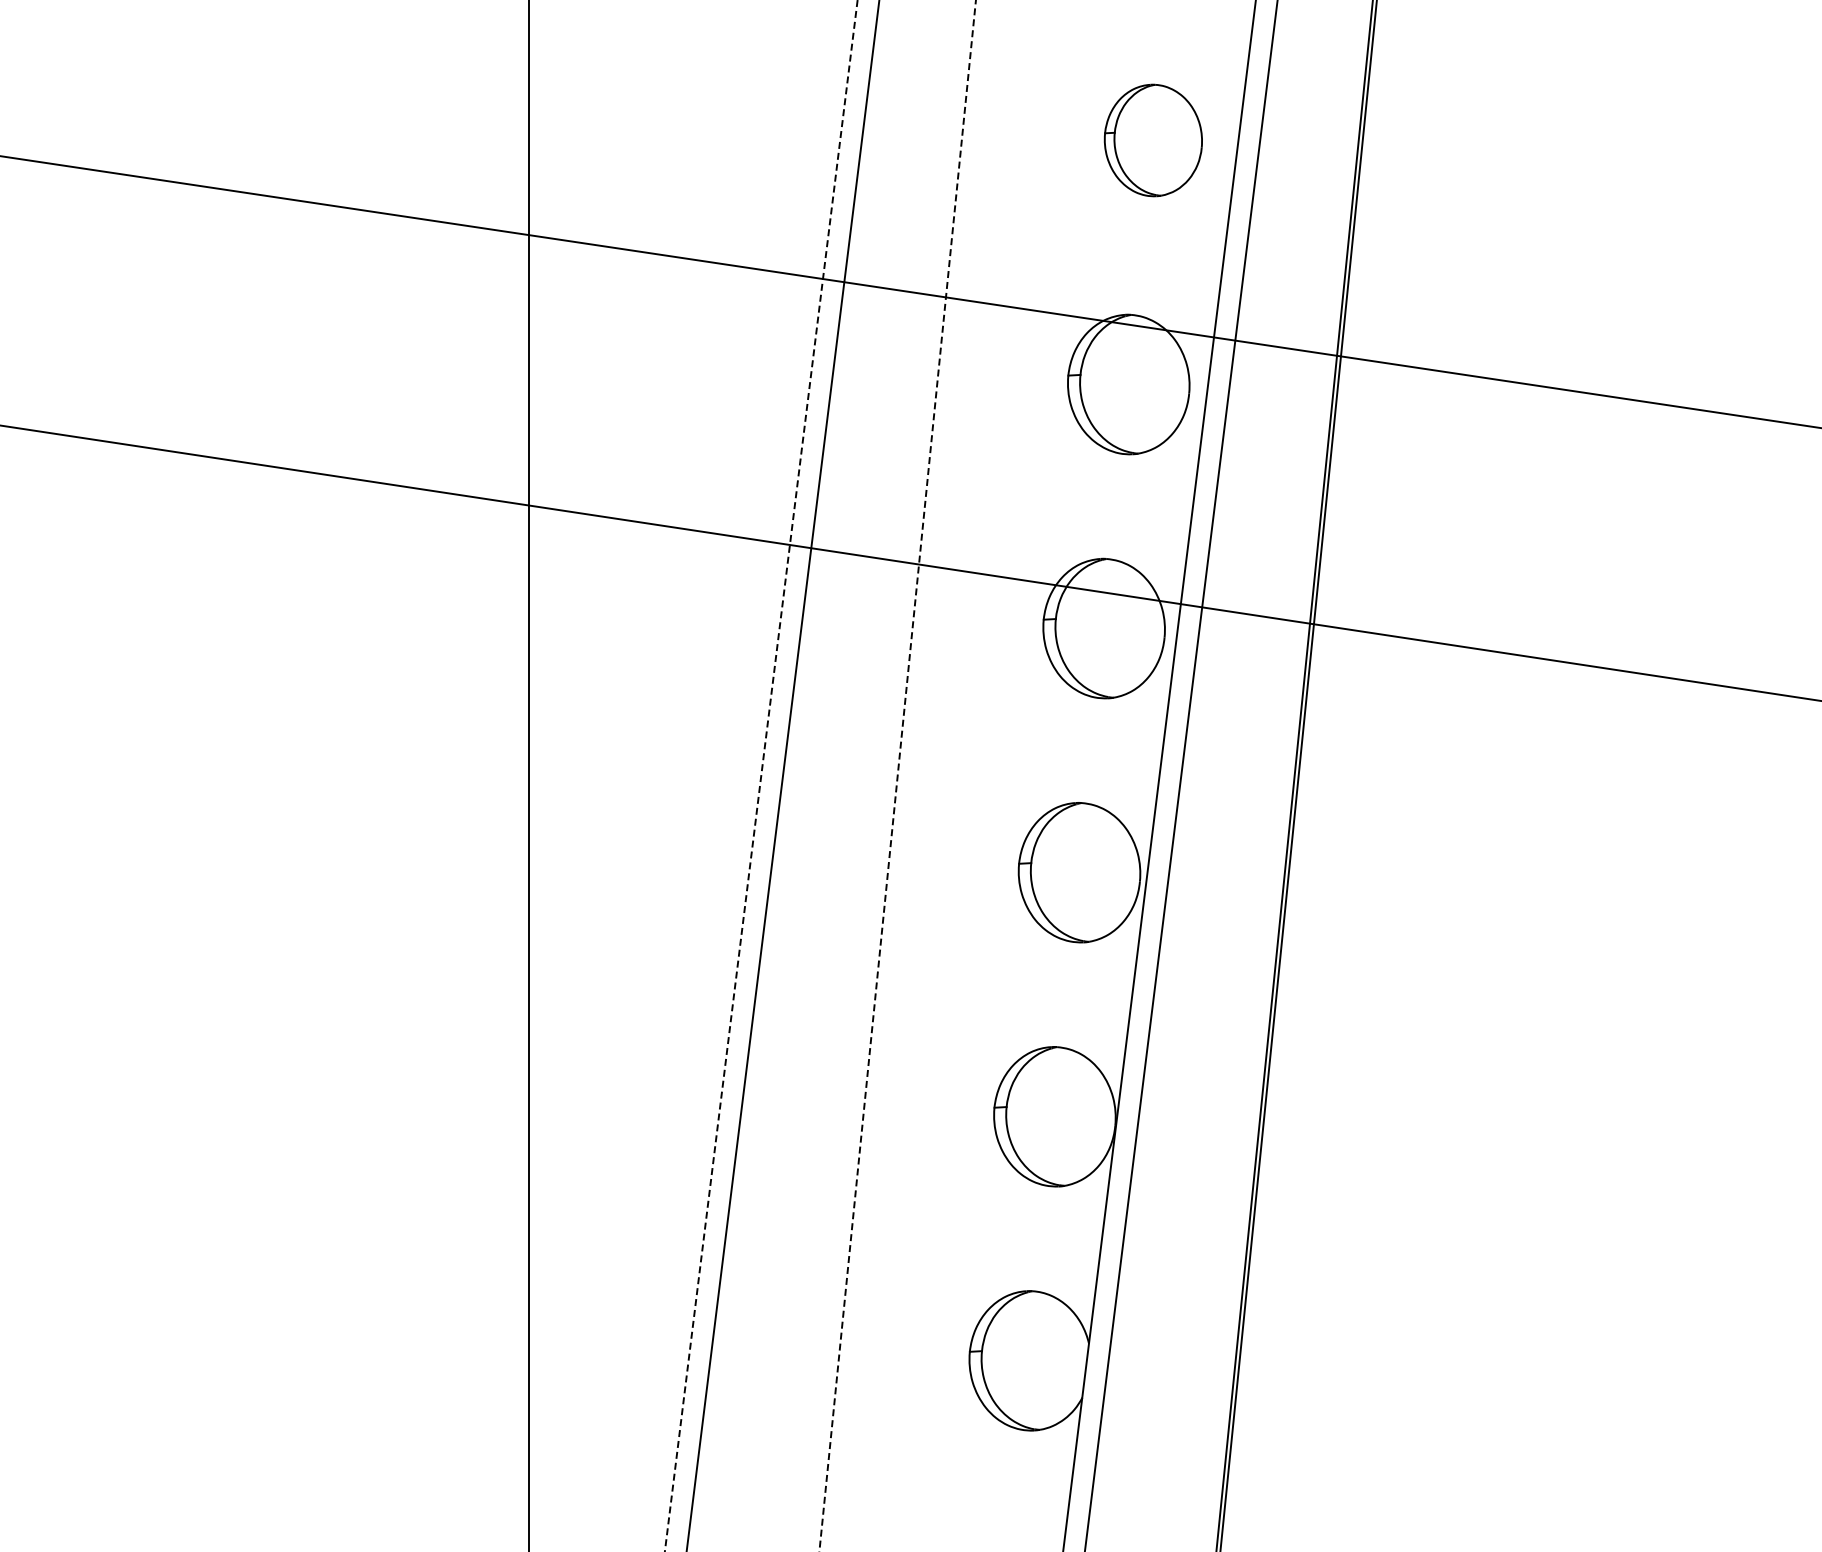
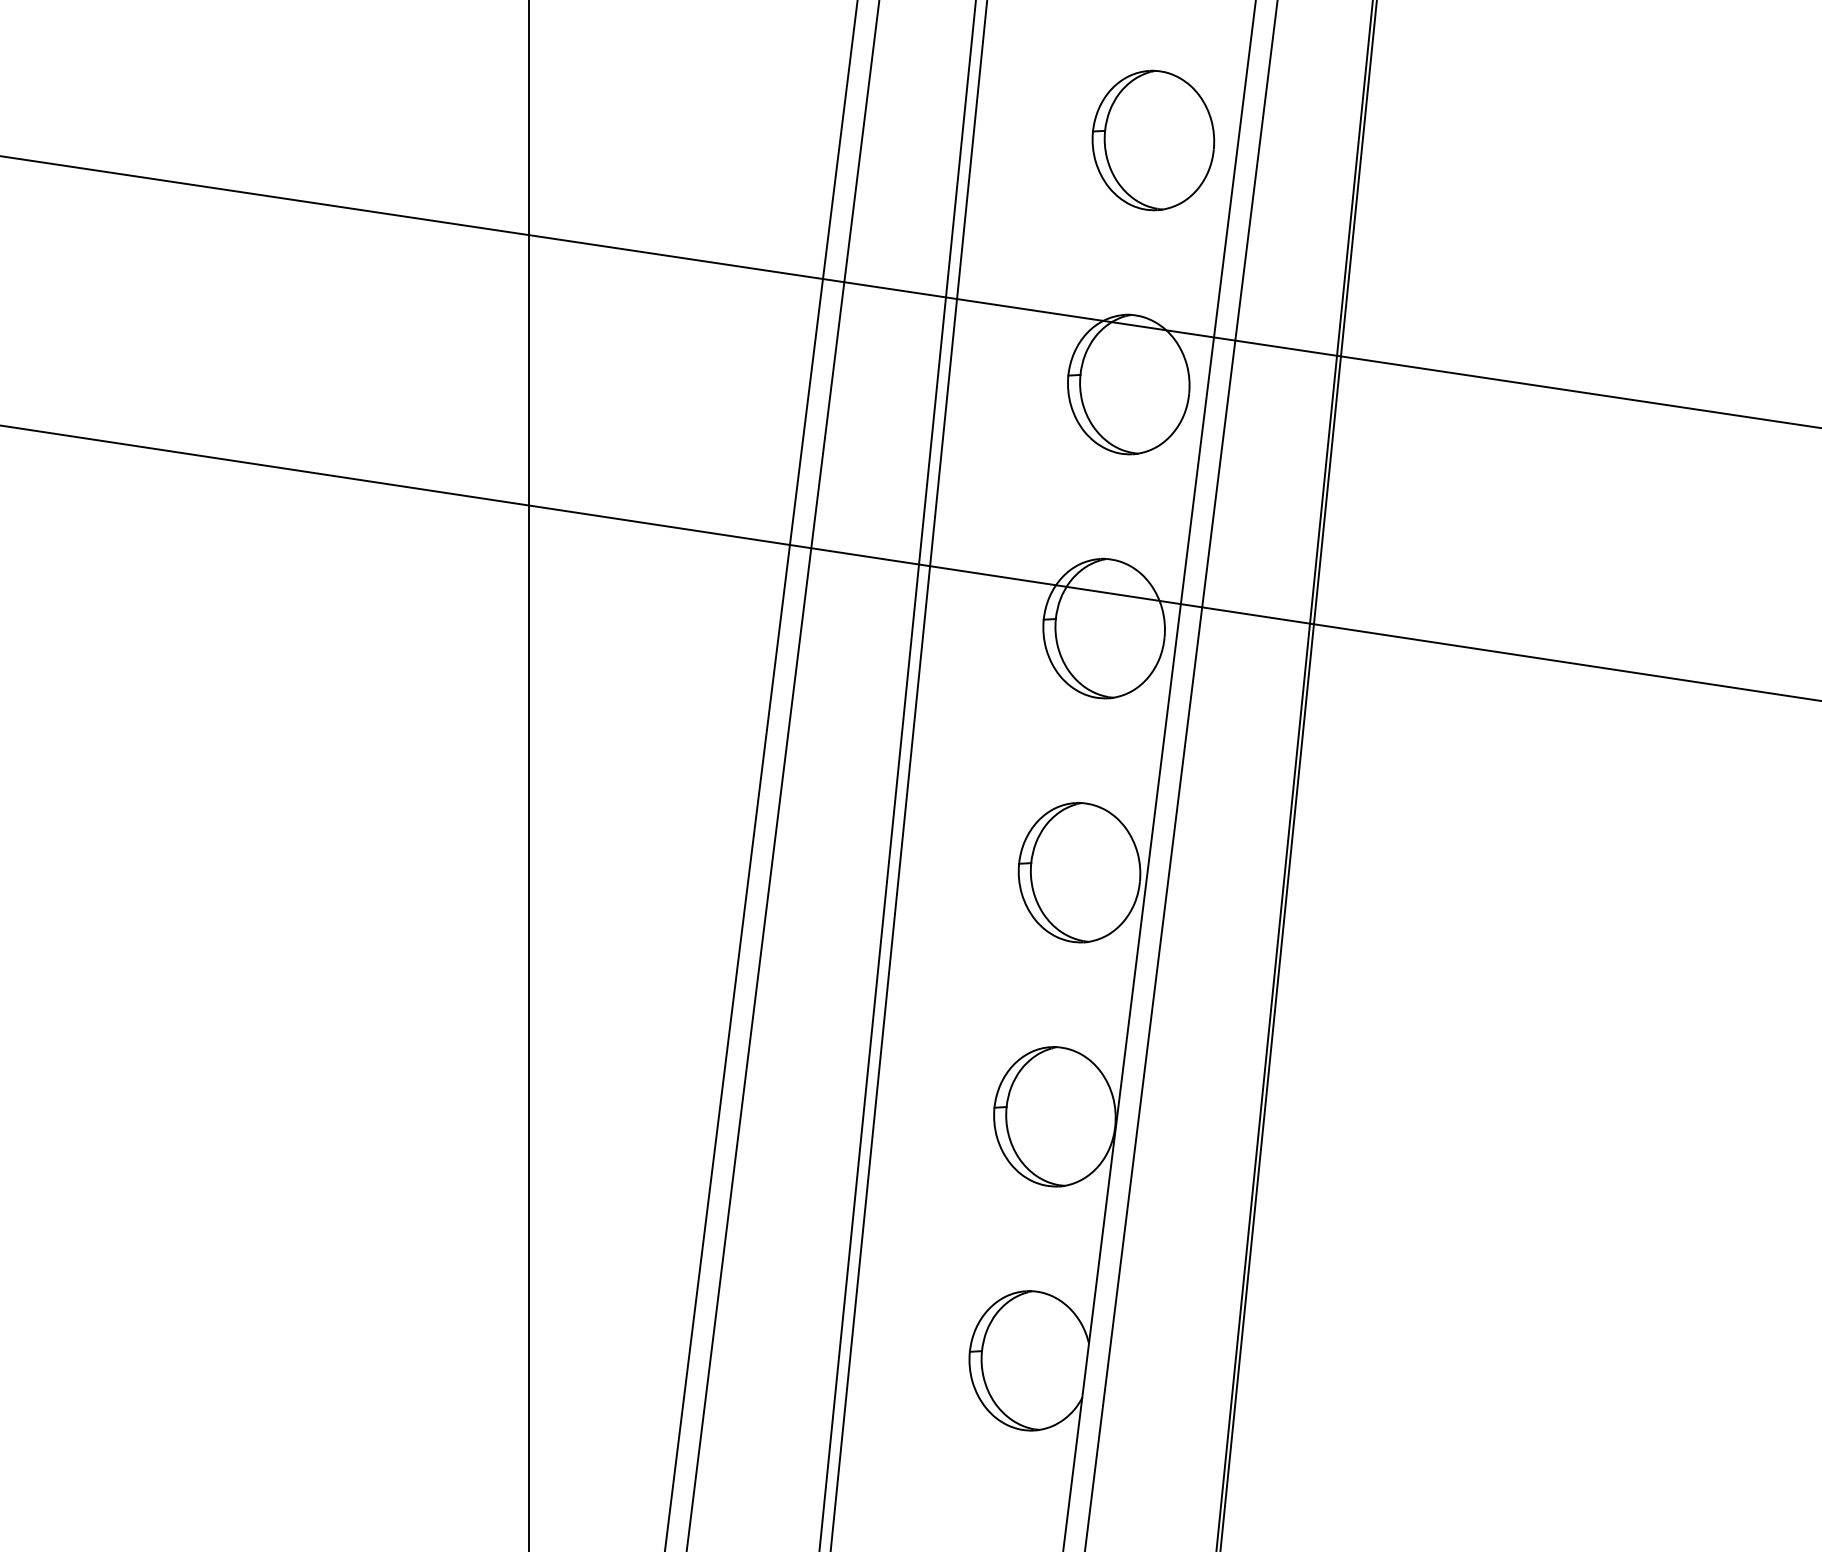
part at (1152, 140) size: 100x115 px -> 125x143 px
line at (761, 775): dashed -> solid
line at (897, 775): dashed -> solid
line at (908, 775): none -> present
